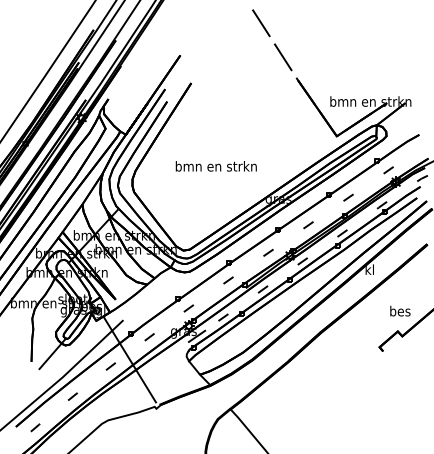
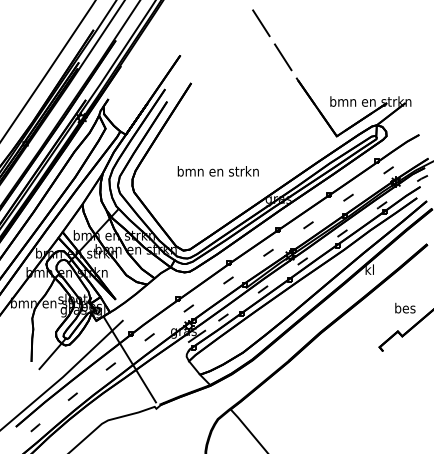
text at (215, 166) position: (215, 166) -> (217, 171)
text at (400, 310) position: (400, 310) -> (405, 307)
